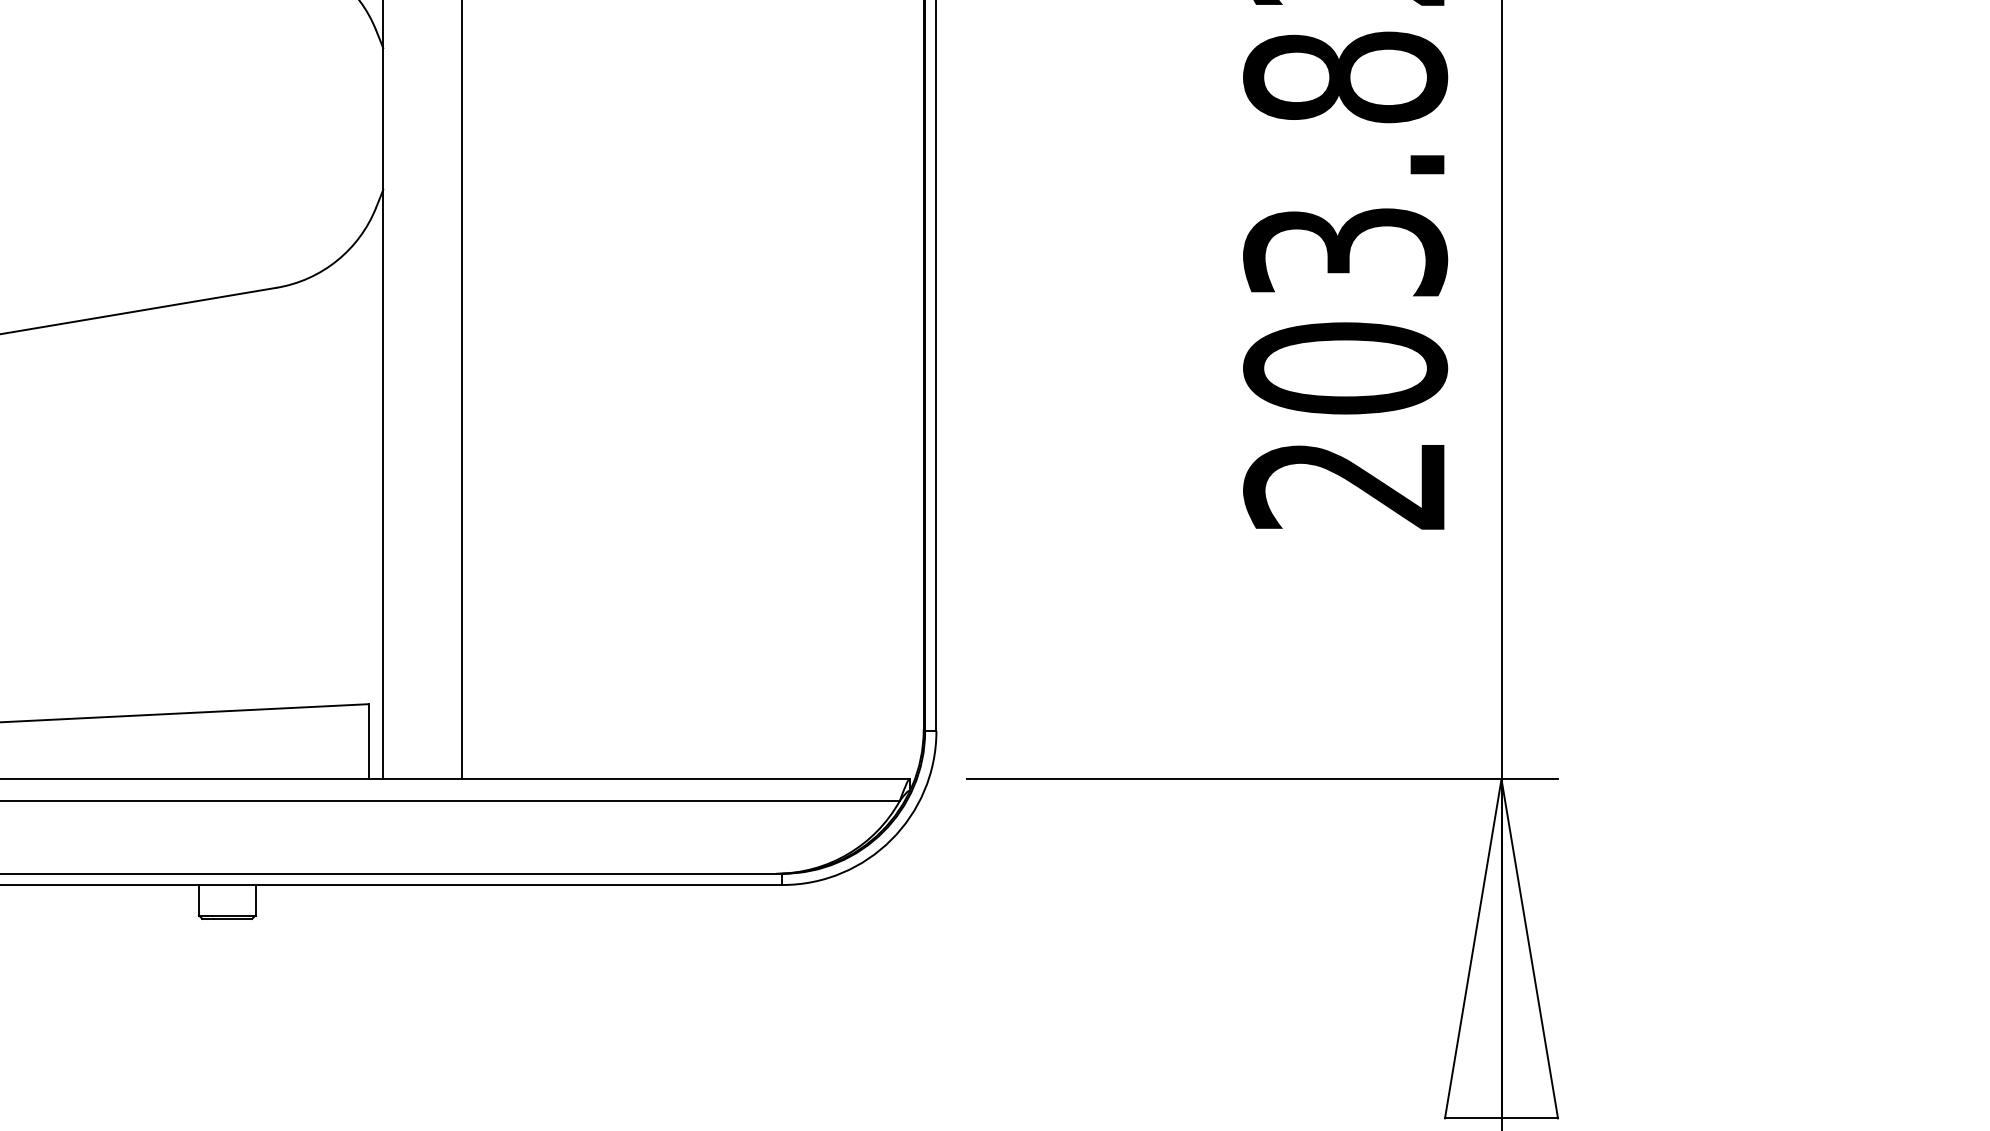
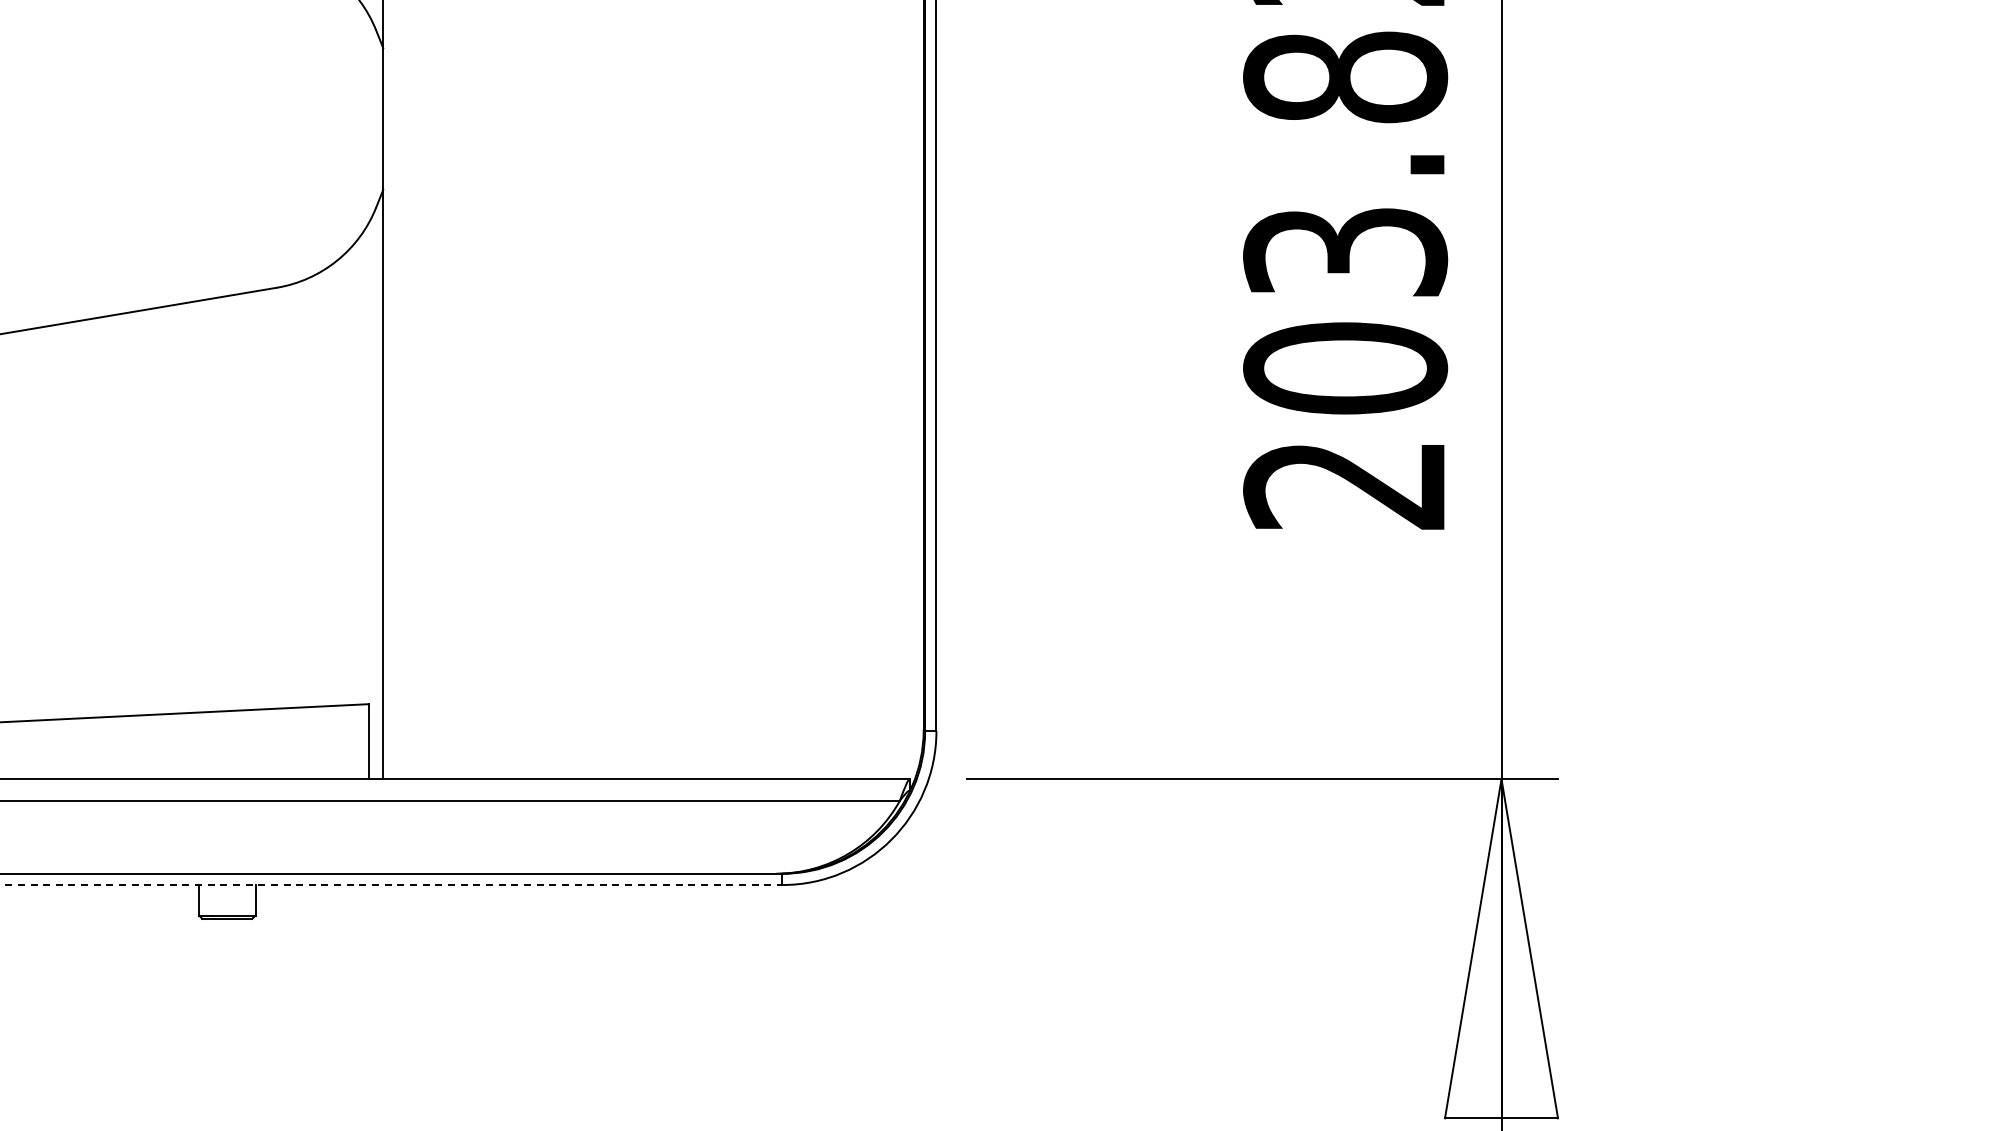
line at (462, 390): present -> none
line at (391, 885): solid -> dashed
